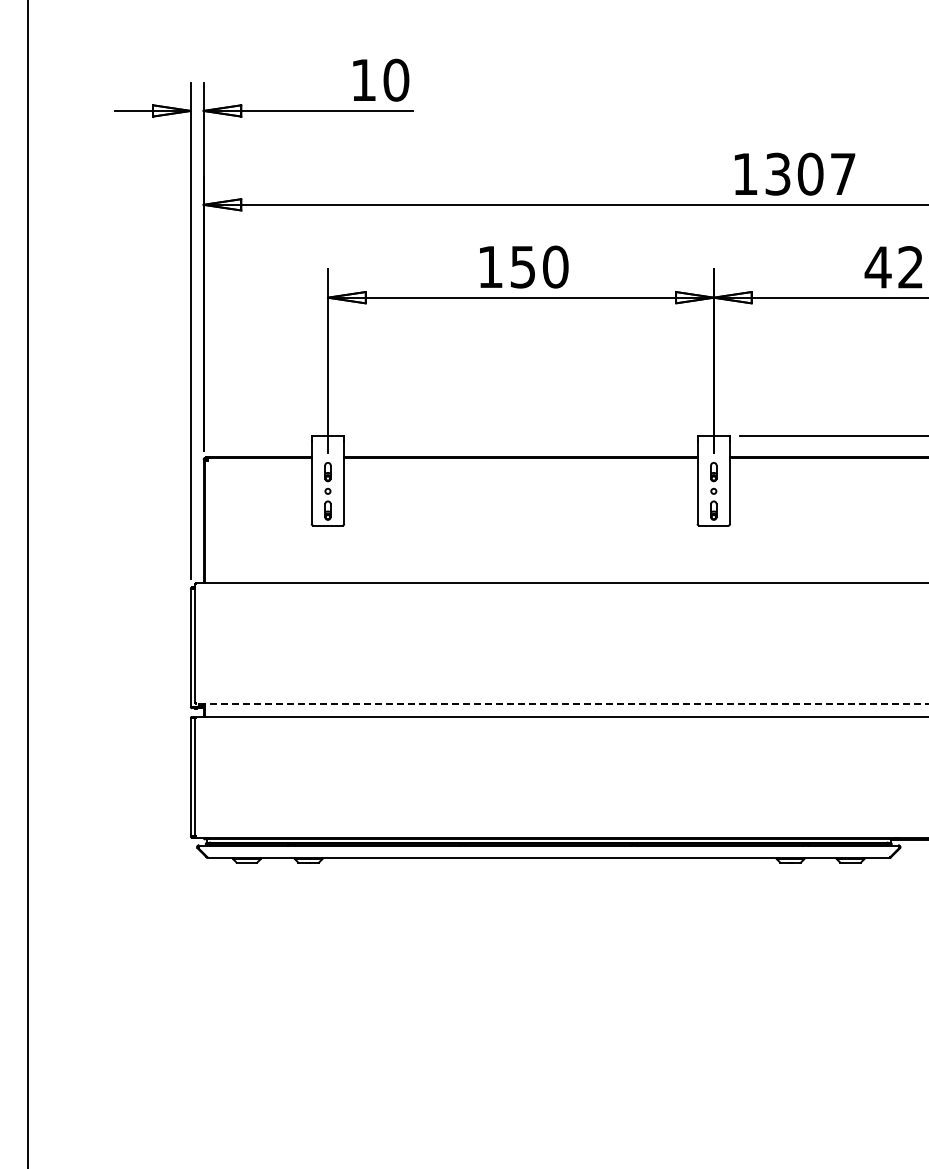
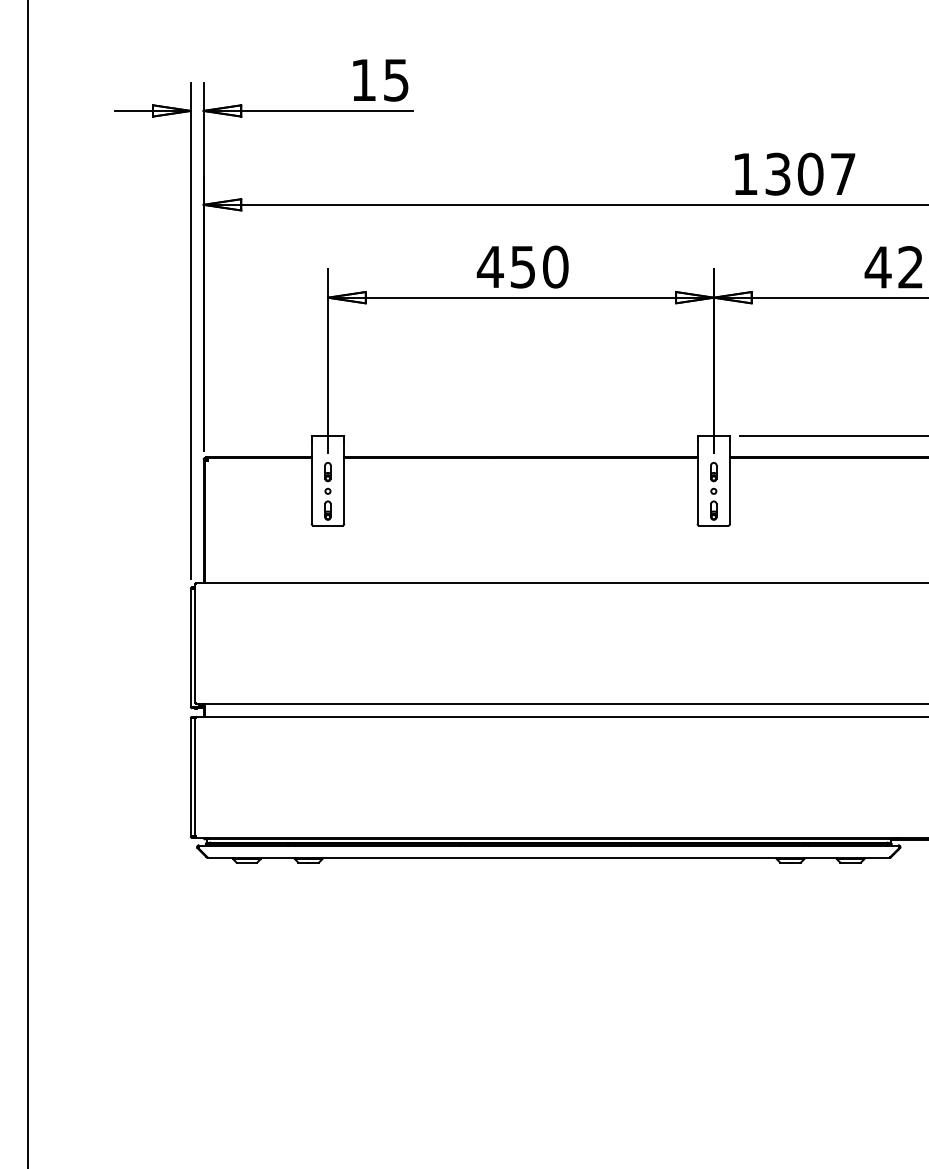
text at (396, 79): 10 -> 15
text at (489, 266): 150 -> 450
line at (561, 704): dashed -> solid
